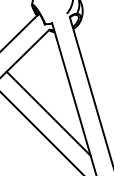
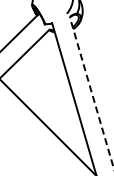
line at (91, 92): solid -> dashed
line at (48, 113): present -> none
line at (41, 133) position: (41, 133) -> (47, 126)
